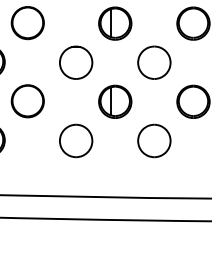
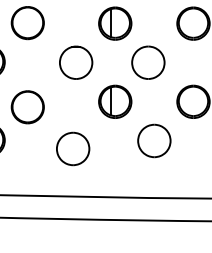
part at (154, 62) position: (154, 62) -> (148, 62)
part at (27, 101) position: (27, 101) -> (27, 107)
part at (76, 140) position: (76, 140) -> (73, 148)
